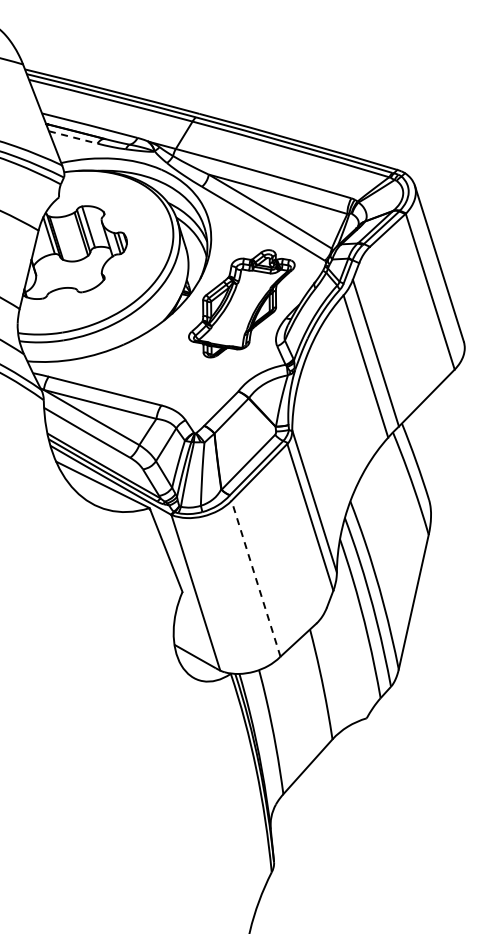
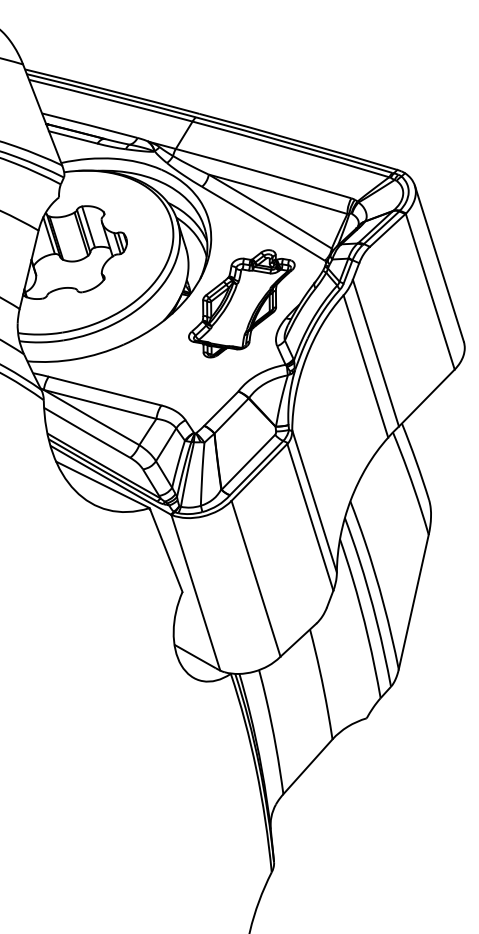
line at (73, 137): dashed -> solid
line at (256, 578): dashed -> solid
